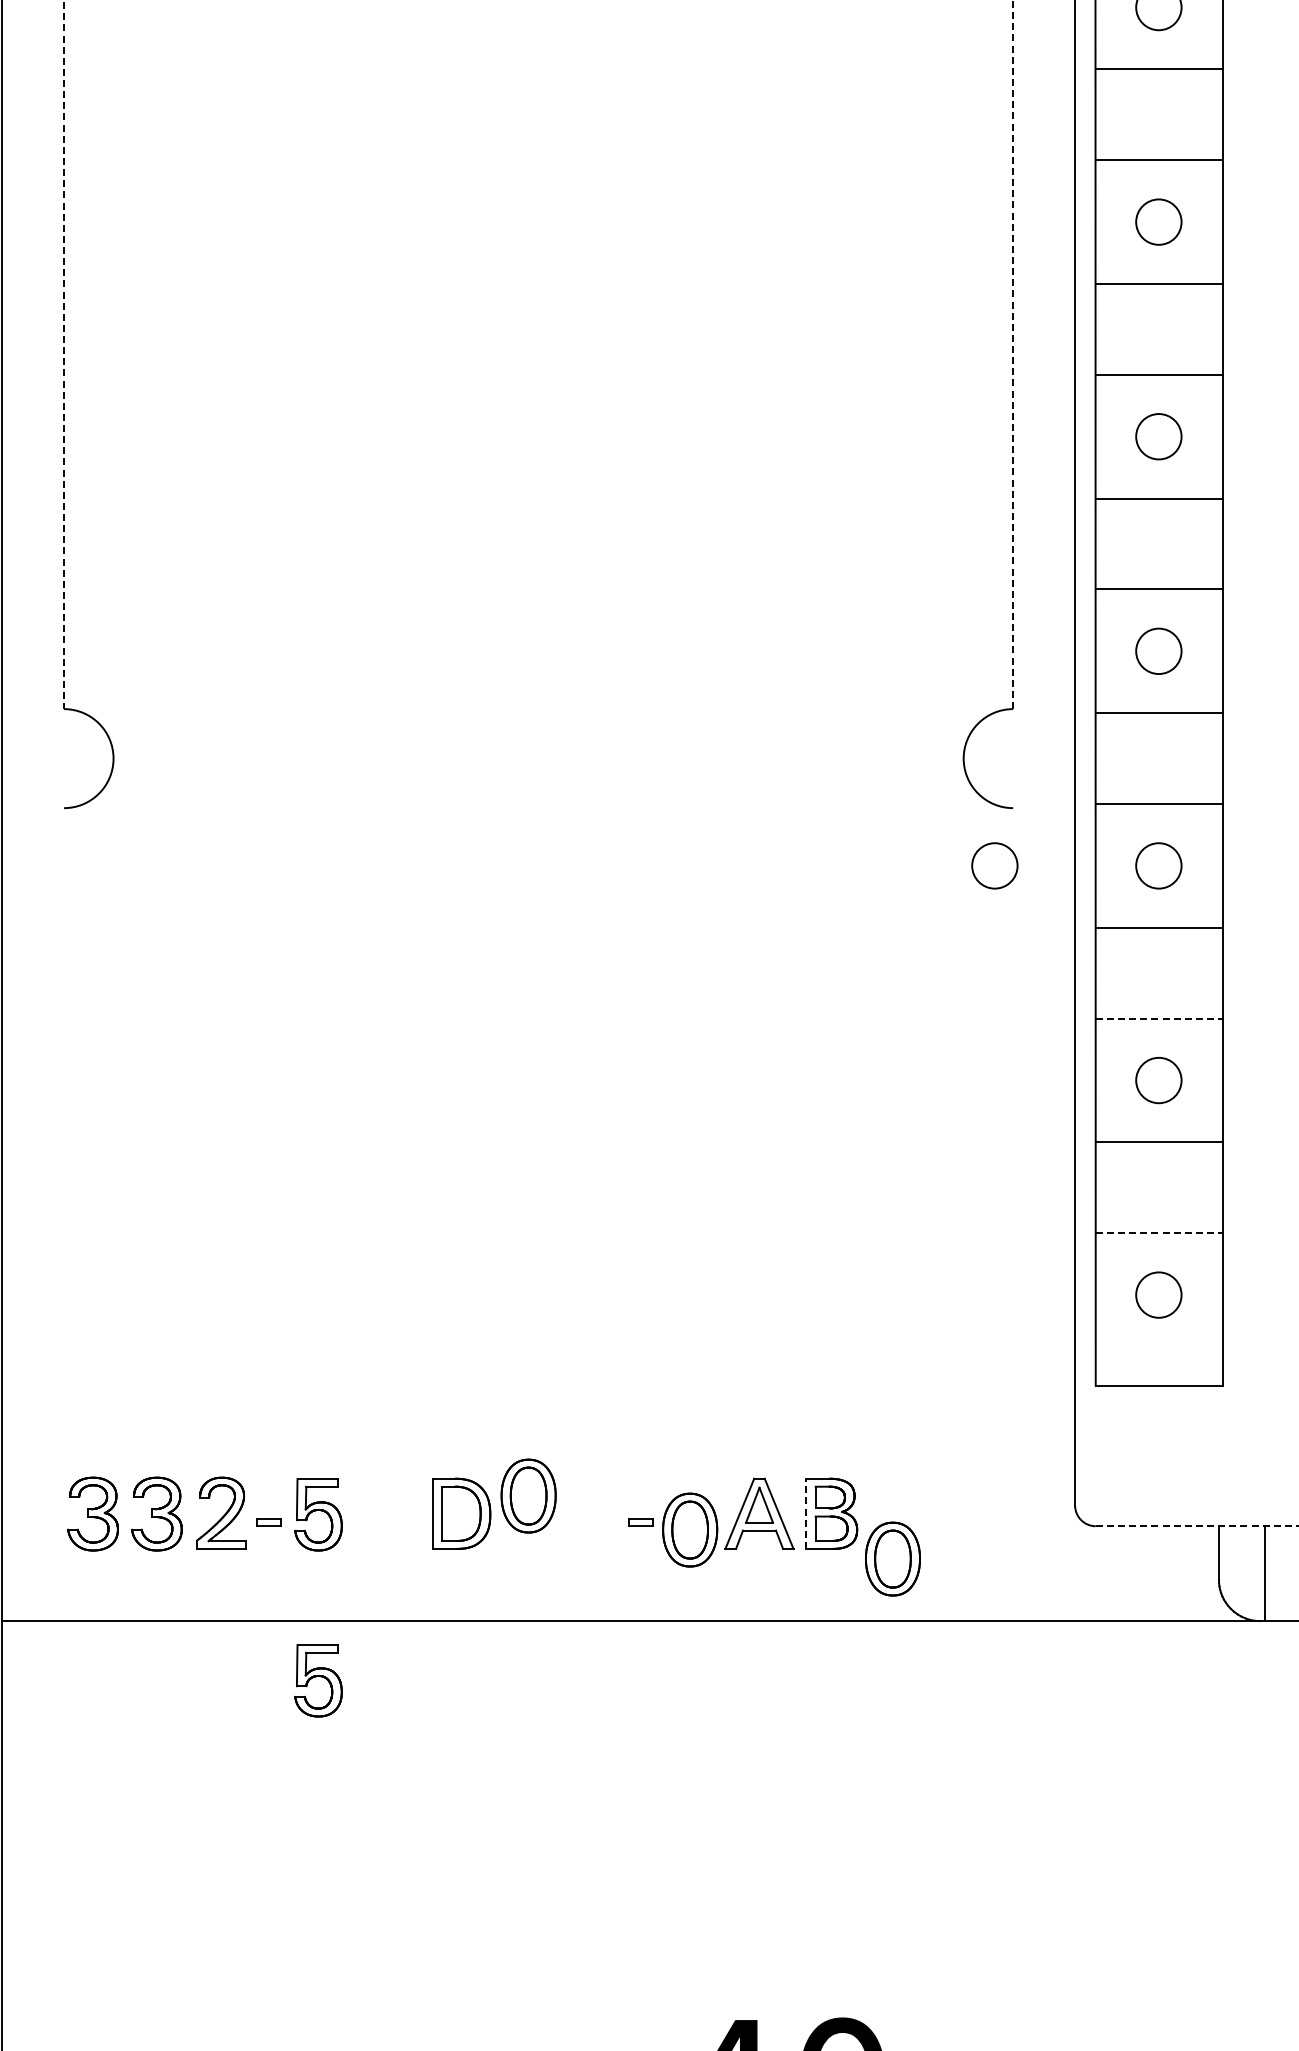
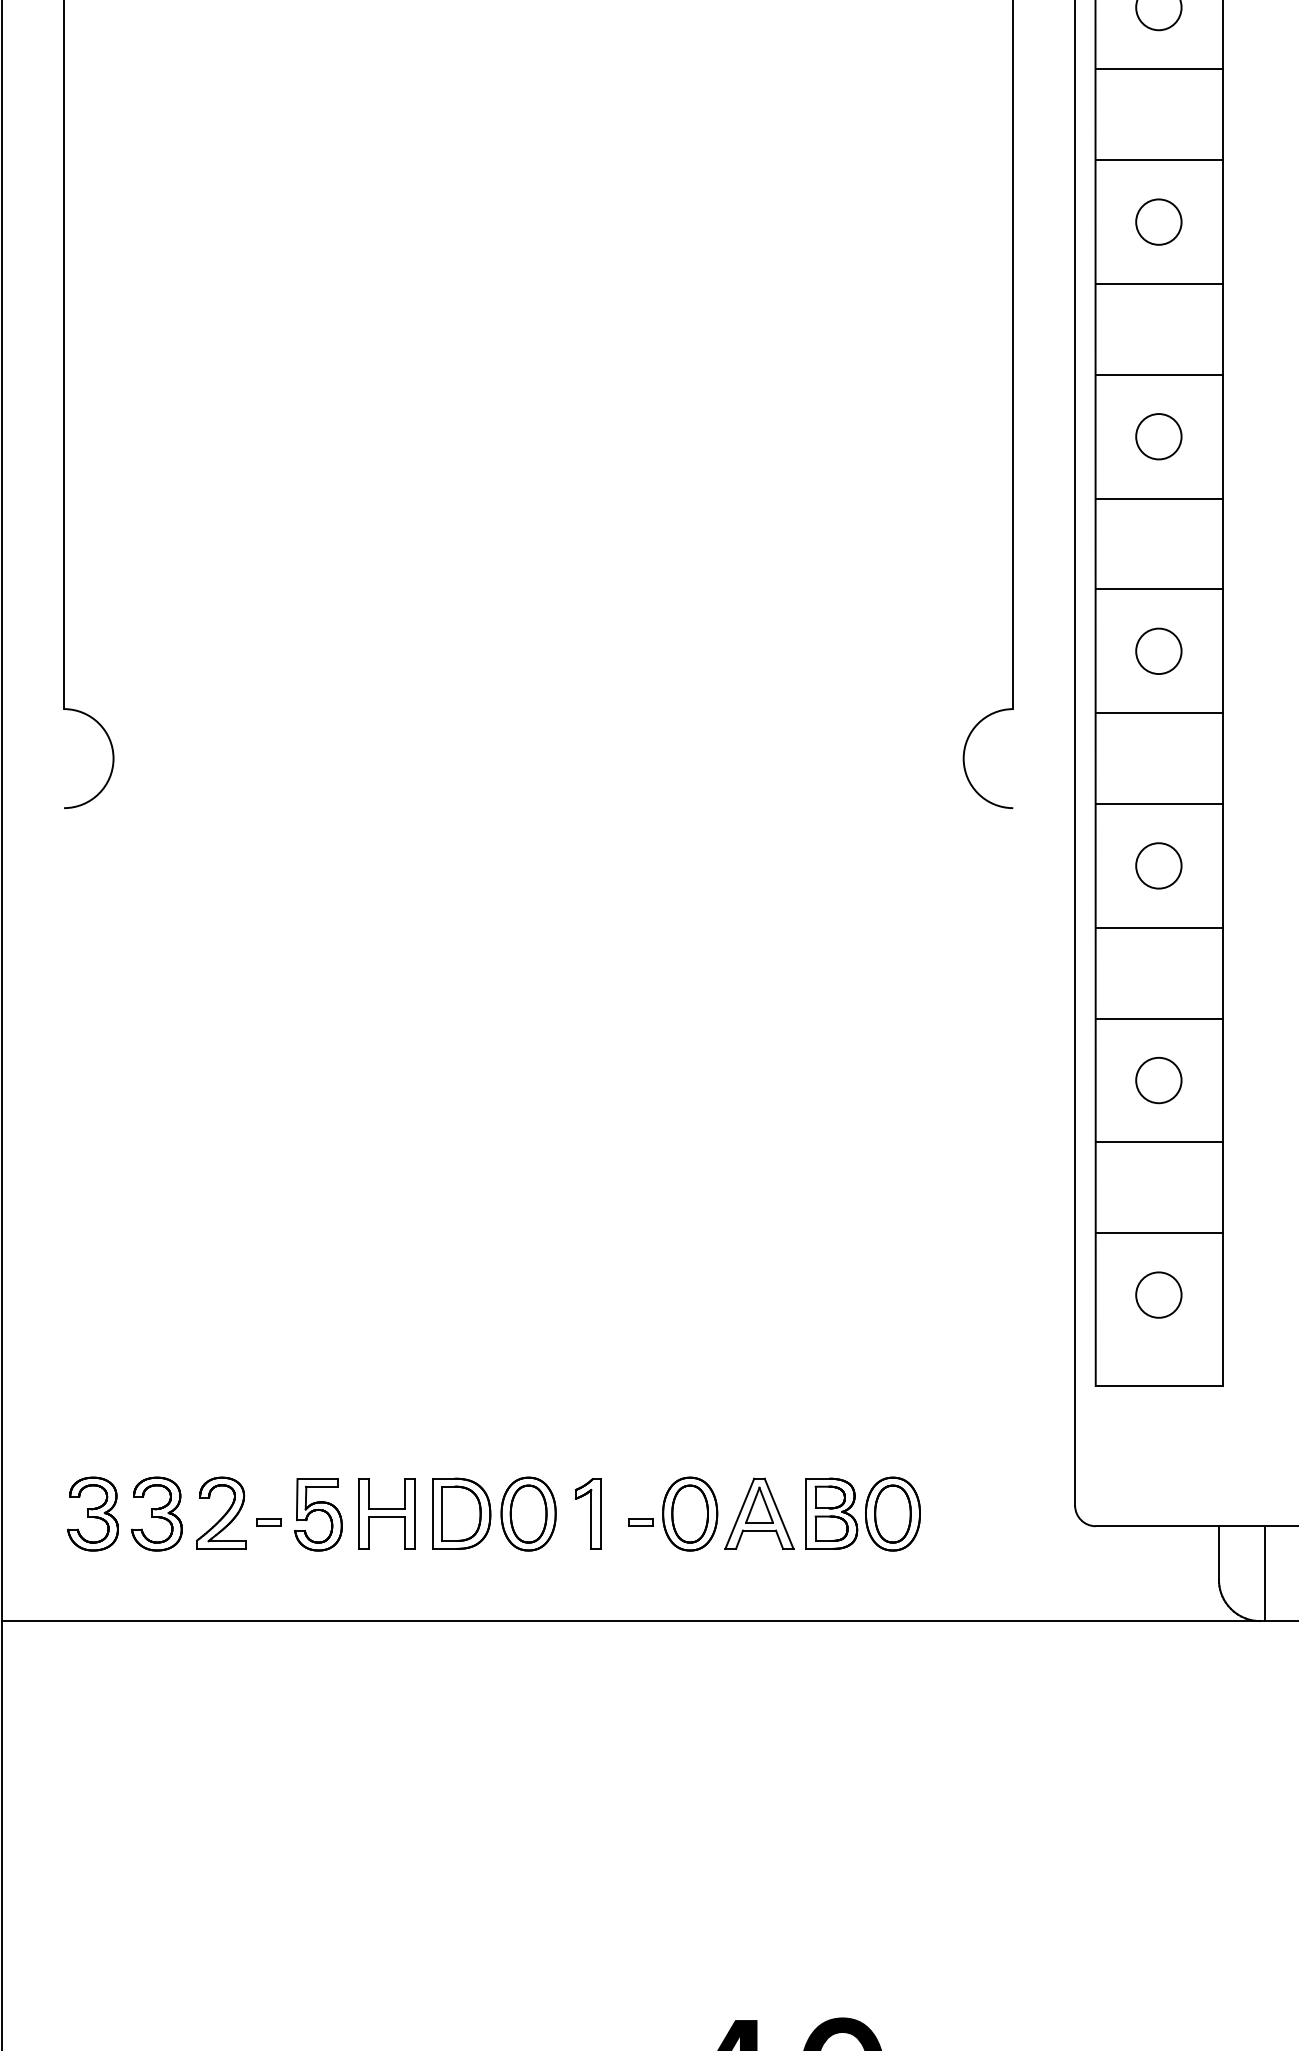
line at (1013, 354): dashed -> solid
line at (64, 355): dashed -> solid
circle at (994, 865): present -> none
line at (1159, 1018): dashed -> solid
line at (1159, 1233): dashed -> solid
part at (528, 1495) position: (528, 1495) -> (528, 1513)
part at (386, 1513): none -> present
part at (588, 1513): none -> present
line at (806, 1513): dashed -> solid
line at (1197, 1526): dashed -> solid
part at (690, 1529) position: (690, 1529) -> (690, 1513)
part at (892, 1558) position: (892, 1558) -> (892, 1513)
part at (318, 1680): present -> none
